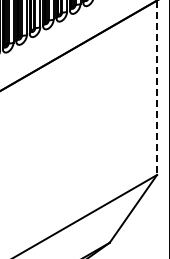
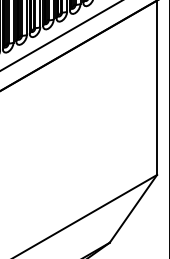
line at (60, 35): none -> present
line at (157, 88): dashed -> solid
